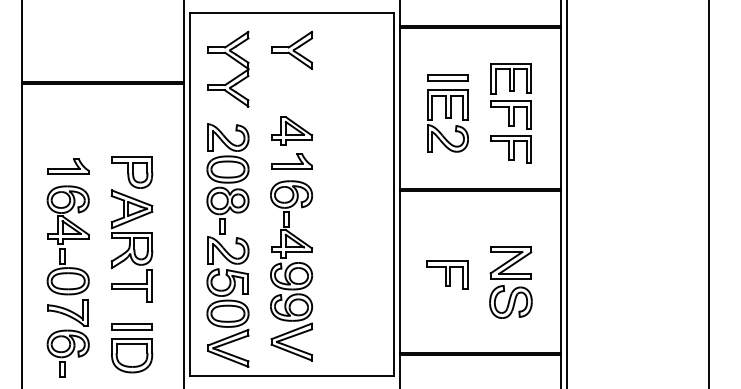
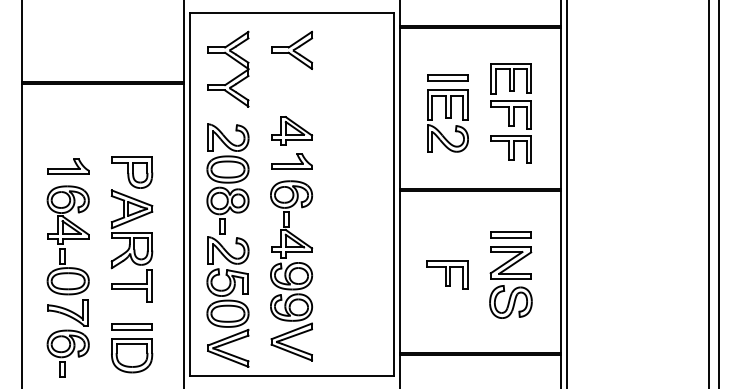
line at (718, 193): none -> present
part at (510, 234): none -> present
